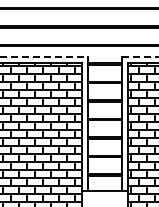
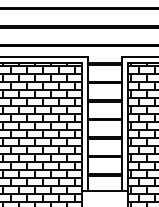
line at (44, 56): dashed -> solid
line at (140, 56): dashed -> solid
